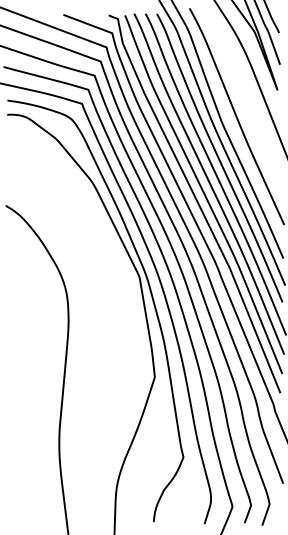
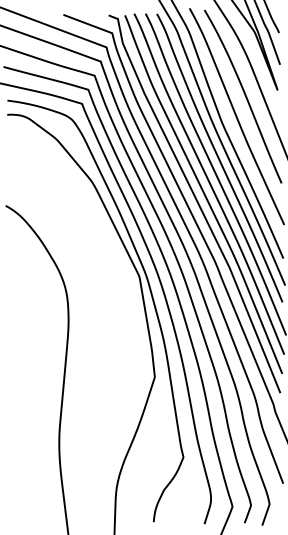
curve at (244, 95): none -> present
